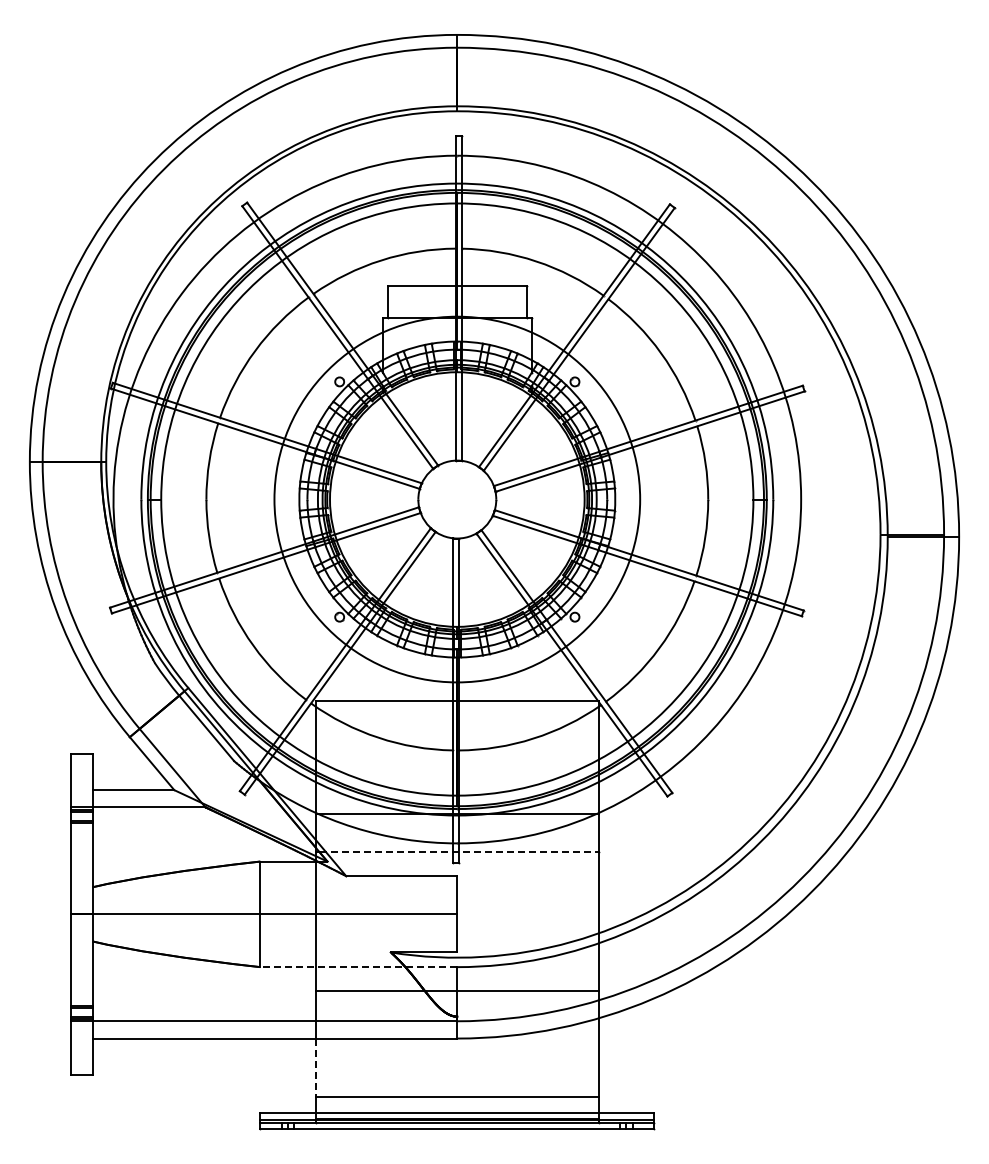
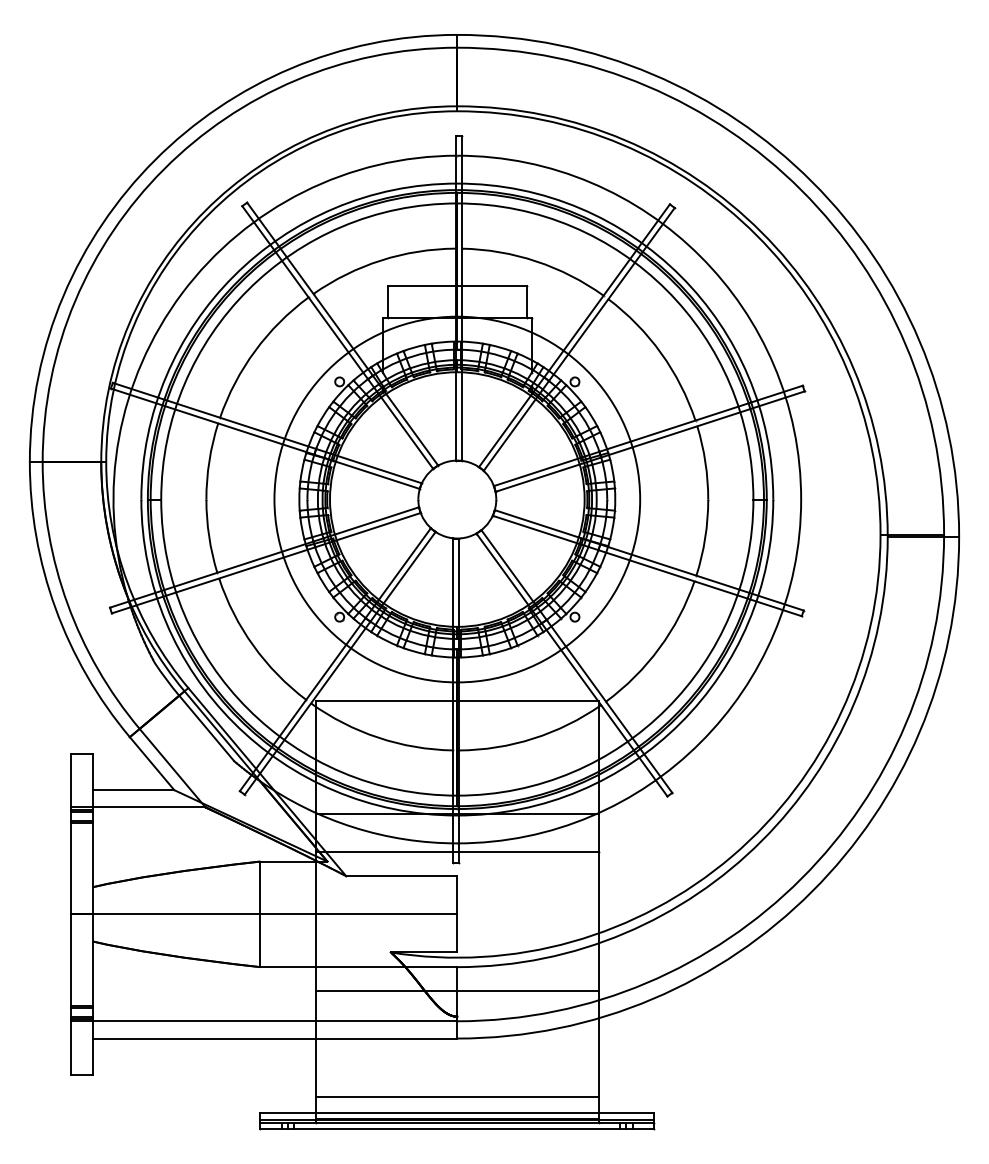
line at (459, 852): dashed -> solid
line at (358, 967): dashed -> solid
line at (316, 1068): dashed -> solid
